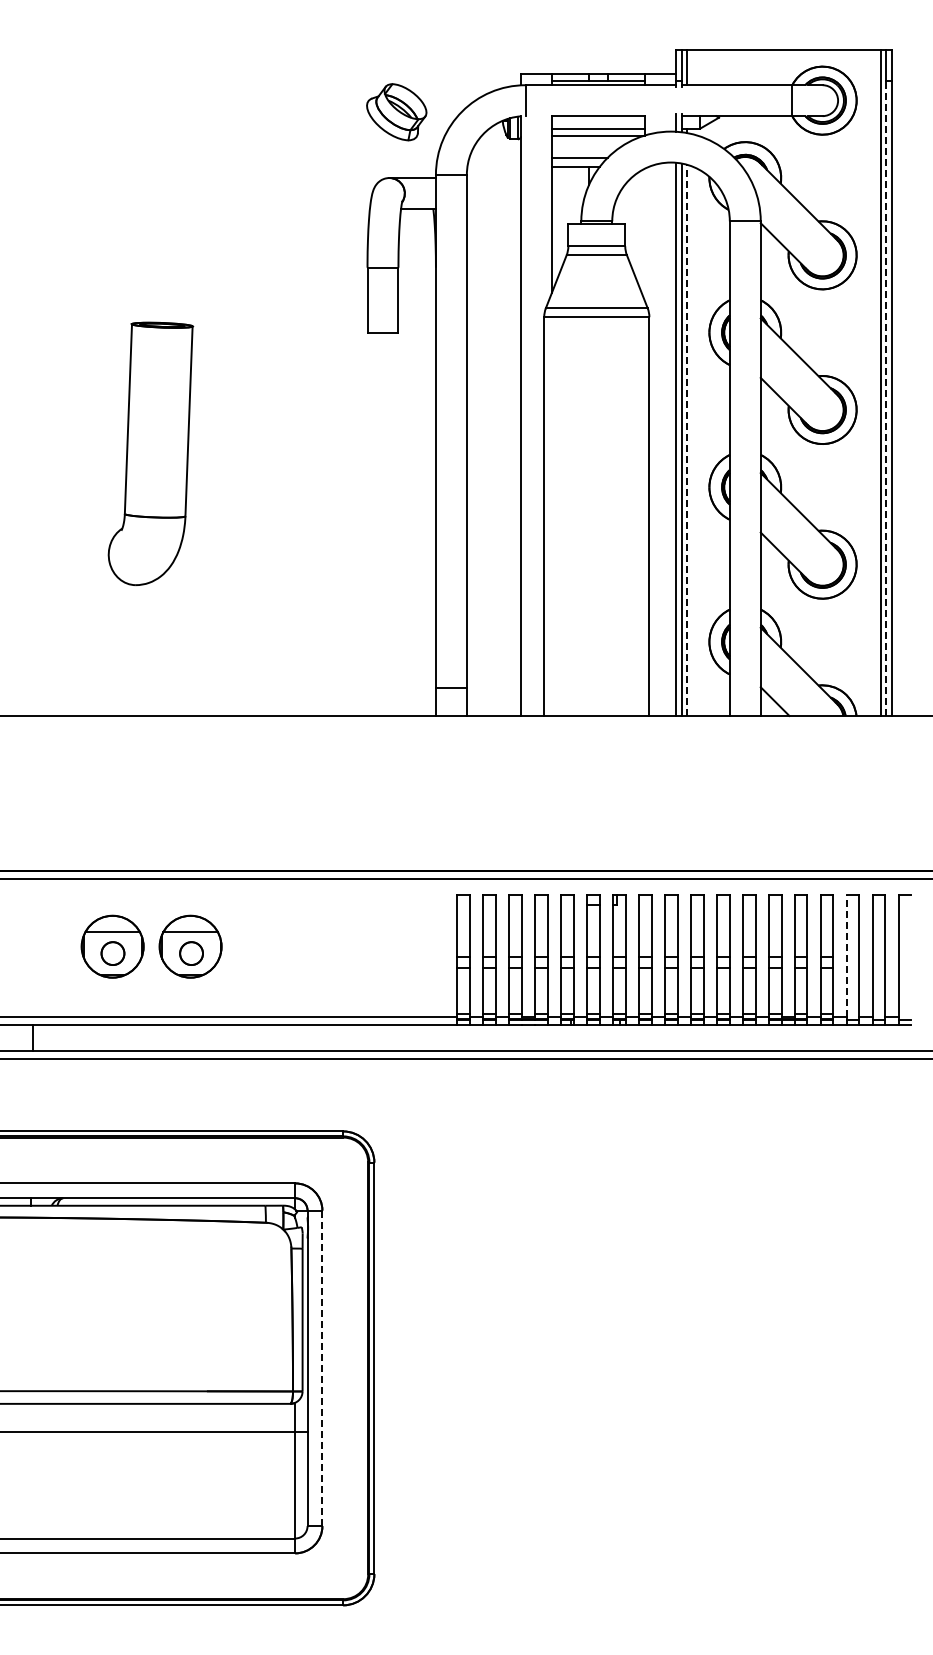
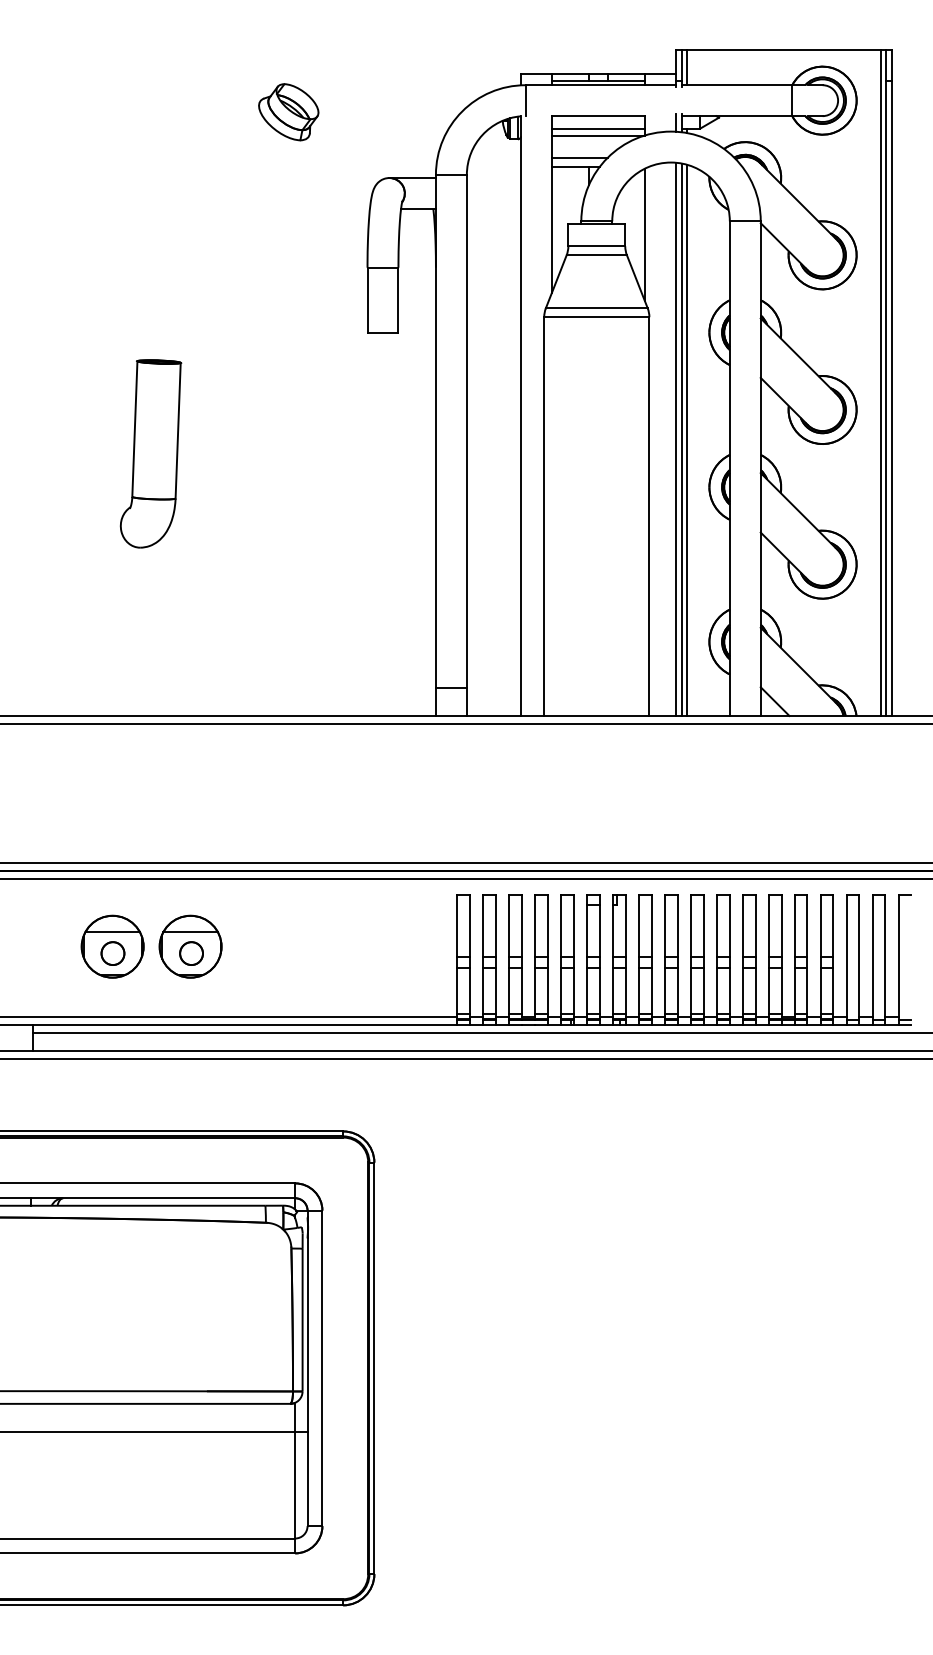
part at (396, 112) position: (396, 112) -> (288, 112)
line at (644, 234): none -> present
line at (886, 398): dashed -> solid
line at (686, 440): dashed -> solid
part at (150, 453) size: 88x265 px -> 64x190 px
line at (465, 724): none -> present
line at (465, 862): none -> present
line at (847, 956): dashed -> solid
line at (481, 1032): none -> present
line at (322, 1368): dashed -> solid
